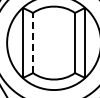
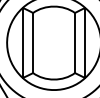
line at (33, 42): dashed -> solid
